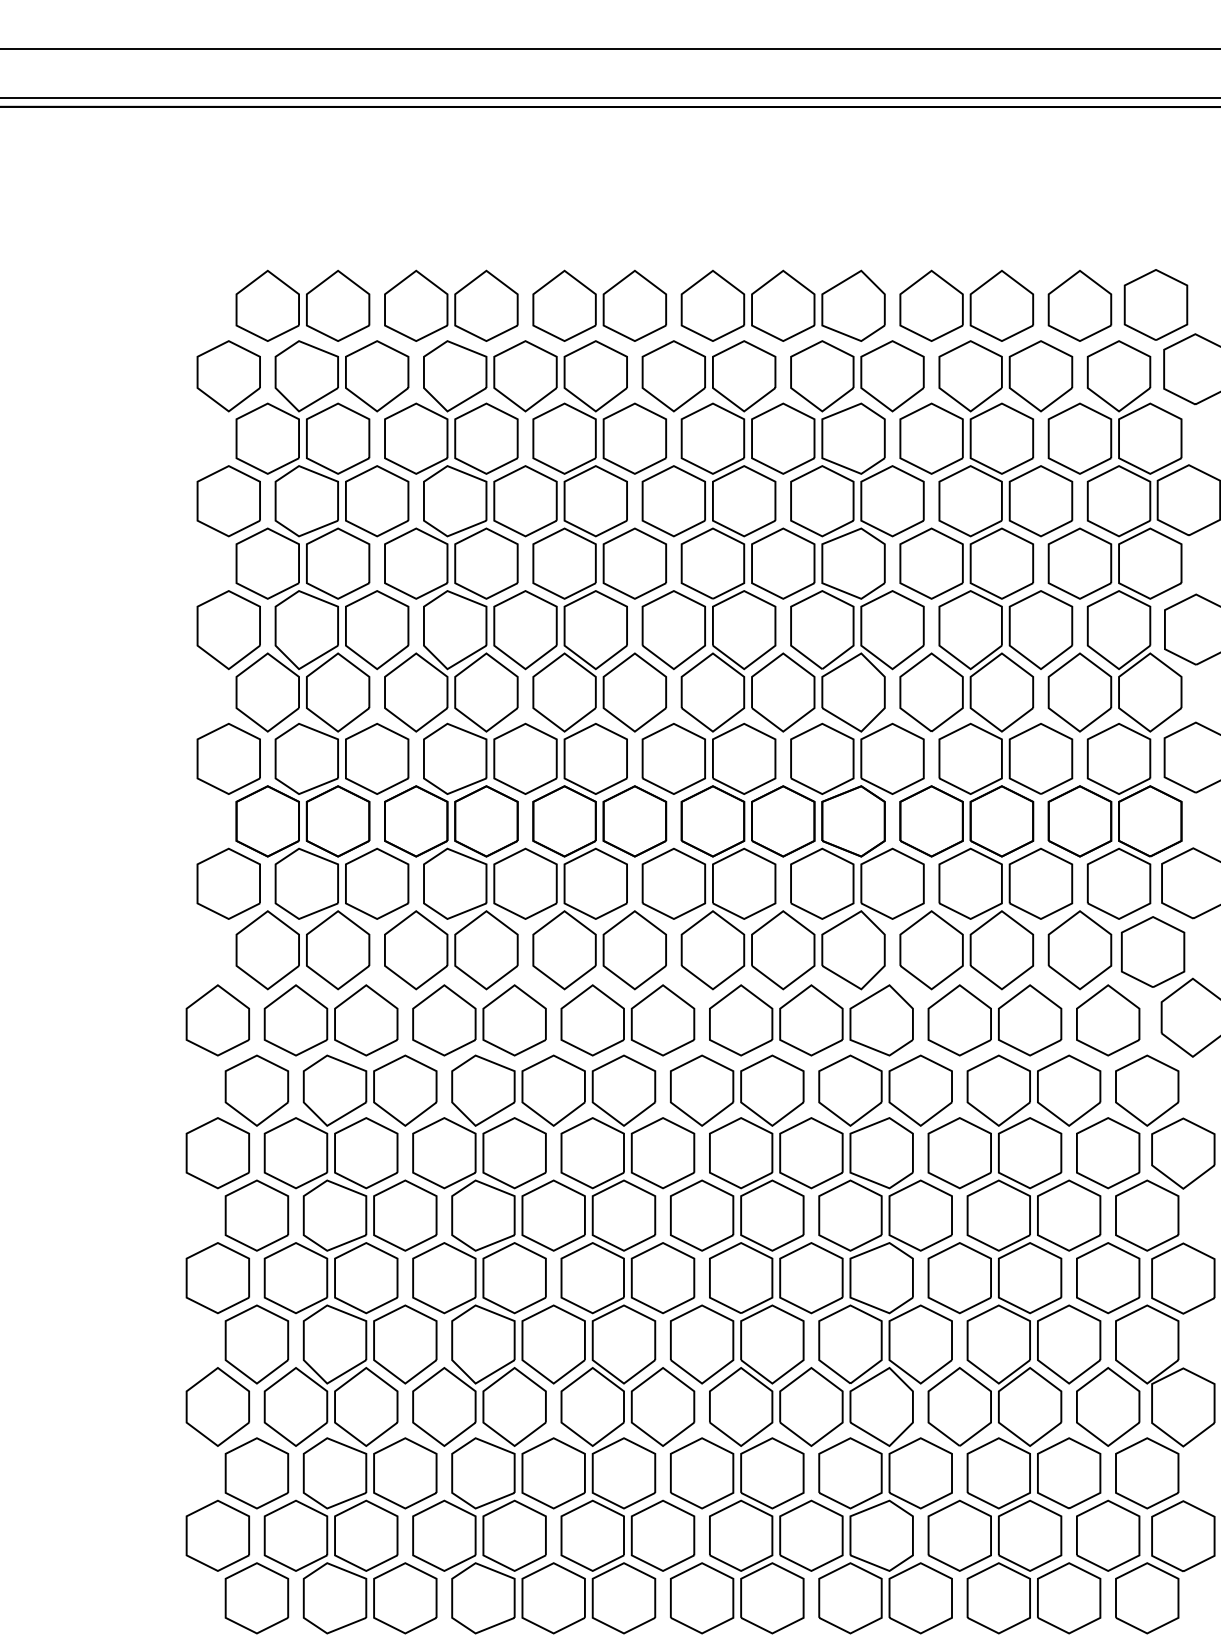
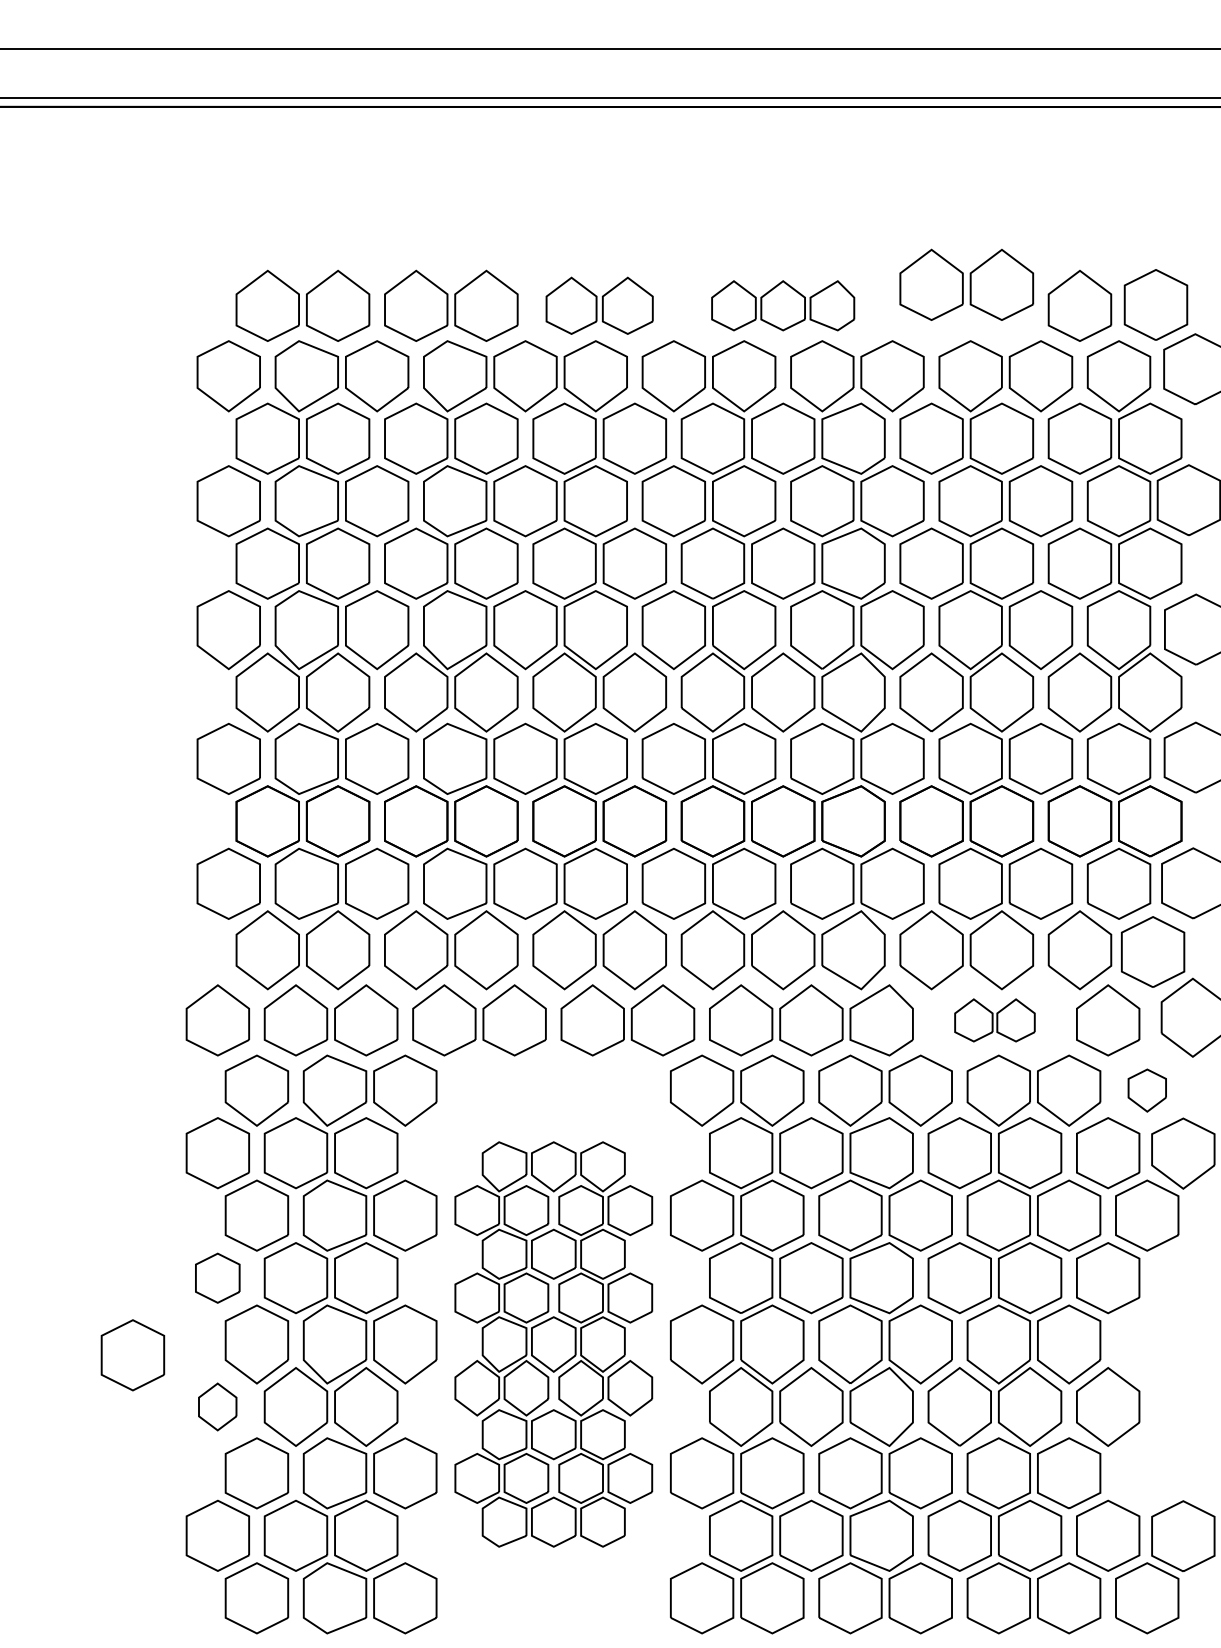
part at (599, 305) size: 135x73 px -> 109x59 px
part at (782, 305) size: 206x73 px -> 145x52 px
part at (966, 305) position: (966, 305) -> (966, 284)
part at (994, 1020) size: 136x73 px -> 82x45 px
part at (1147, 1090) size: 65x73 px -> 40x45 px
part at (217, 1278) size: 65x73 px -> 46x52 px
part at (553, 1344) size: 284x581 px -> 200x407 px
part at (132, 1355): none -> present
part at (1165, 1375): present -> none
part at (217, 1406) size: 65x80 px -> 40x50 px
